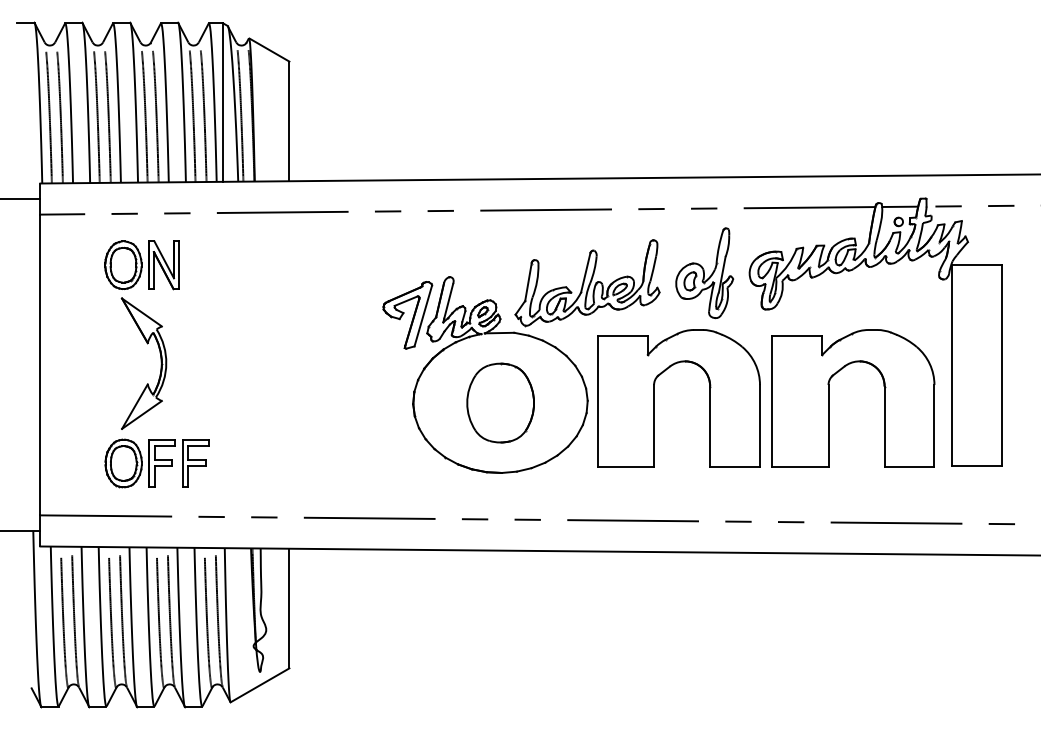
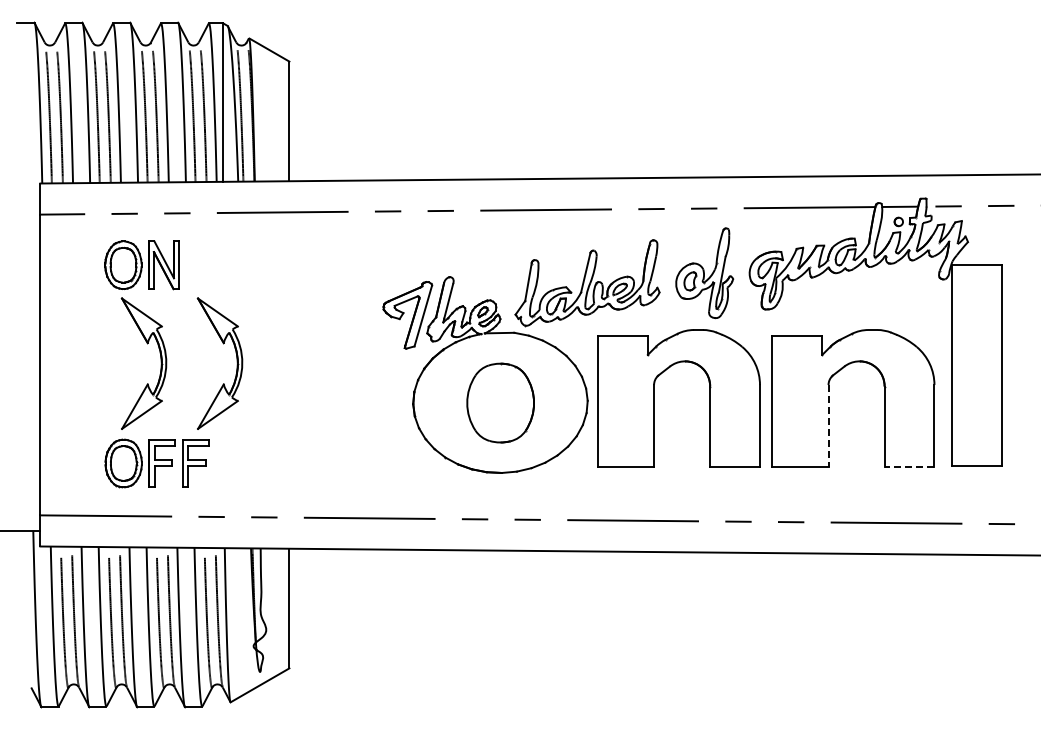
line at (21, 199): present -> none
part at (236, 362): none -> present
line at (828, 426): solid -> dashed
line at (909, 467): solid -> dashed
